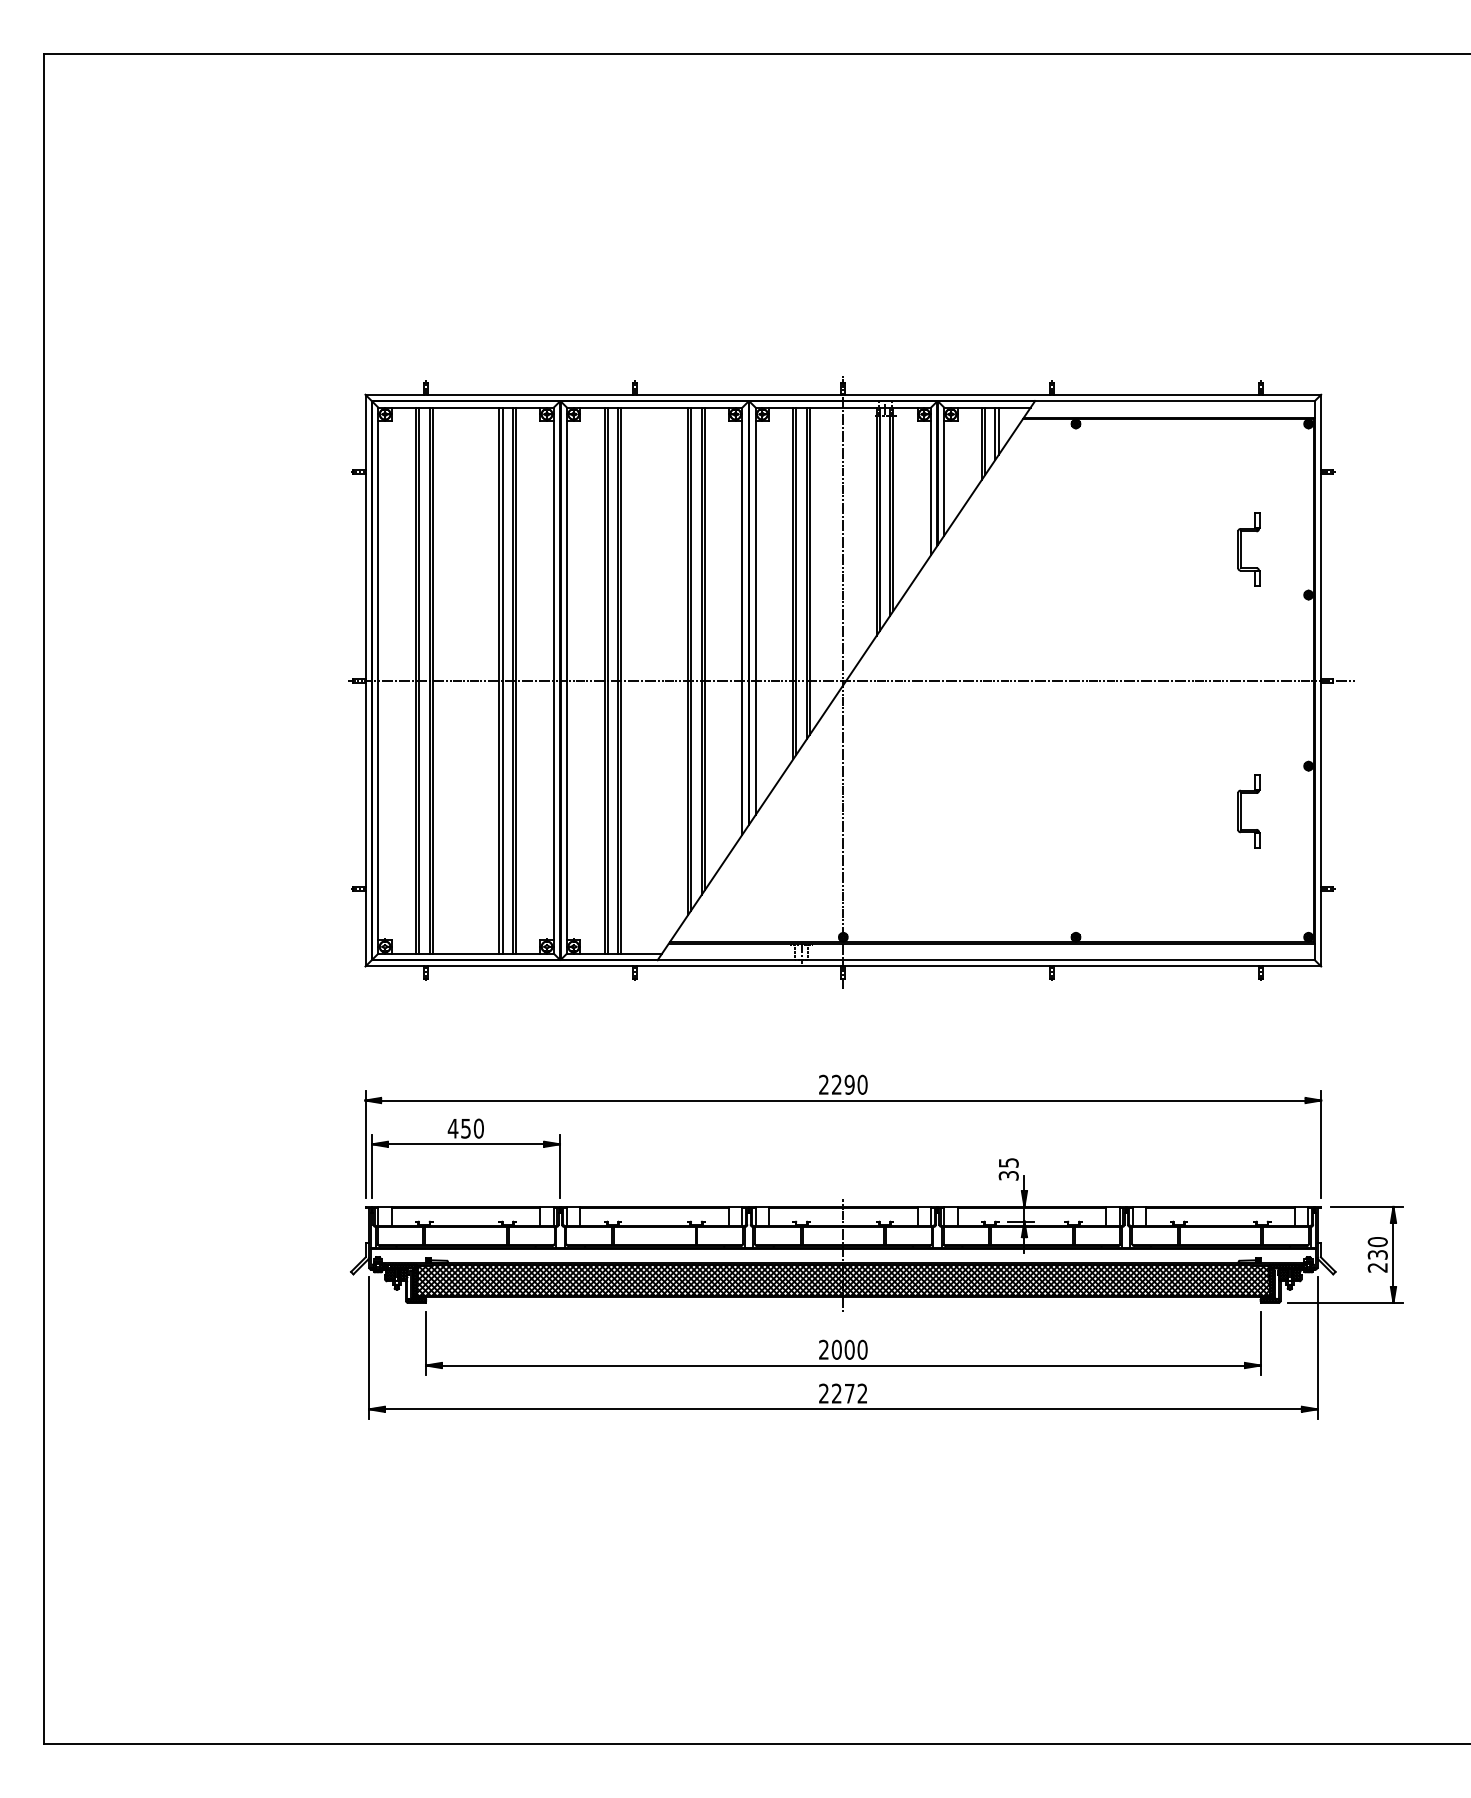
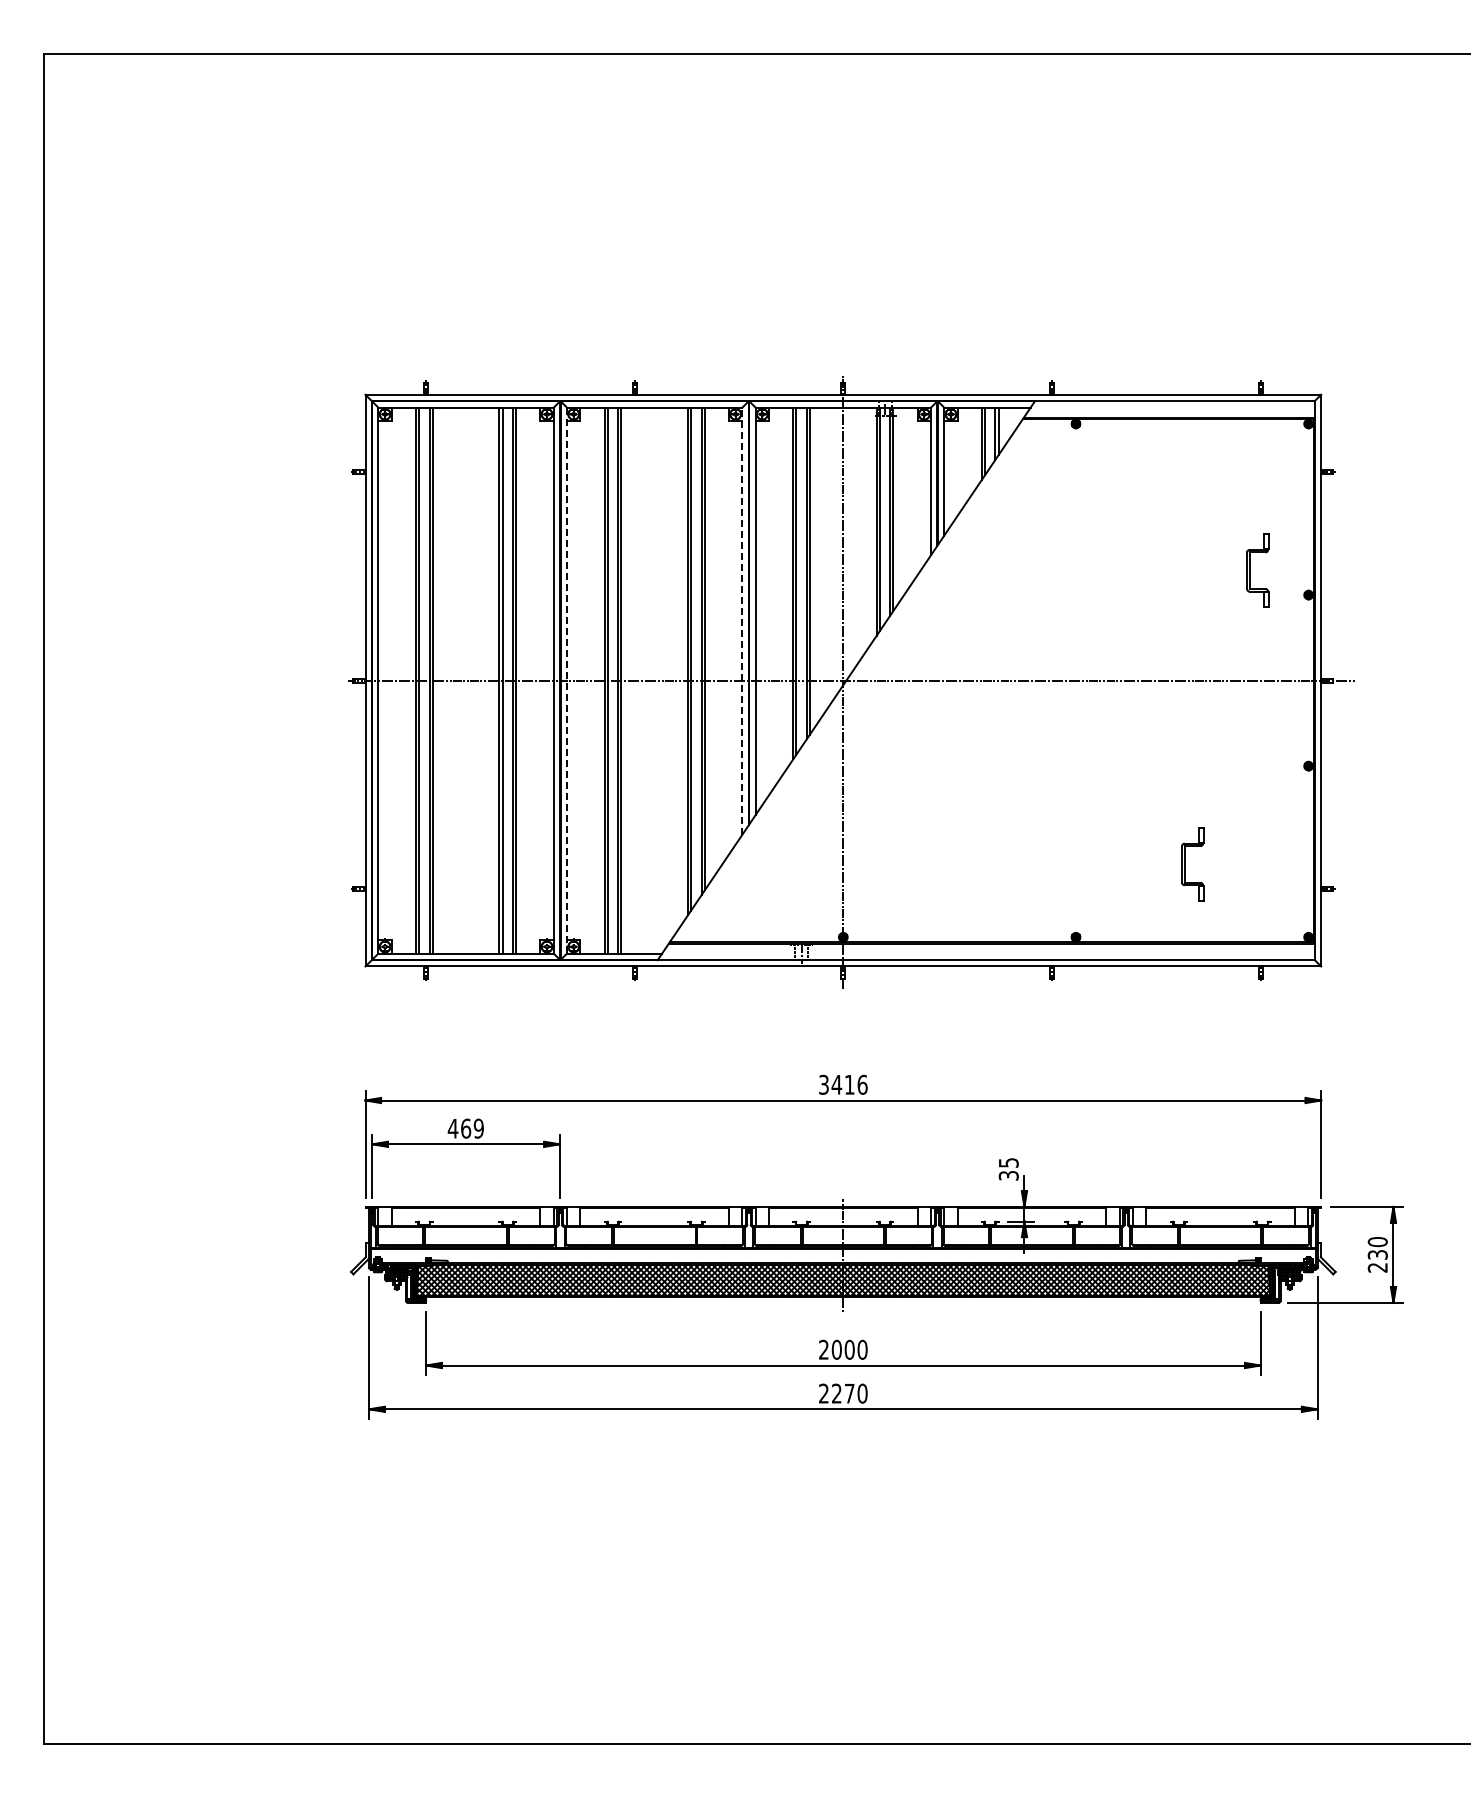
part at (1241, 549) position: (1241, 549) -> (1250, 570)
line at (742, 621): solid -> dashed
line at (567, 680): solid -> dashed
part at (1241, 811) position: (1241, 811) -> (1185, 864)
text at (843, 1084): 2290 -> 3416
text at (472, 1128): 450 -> 469
text at (862, 1393): 2272 -> 2270
